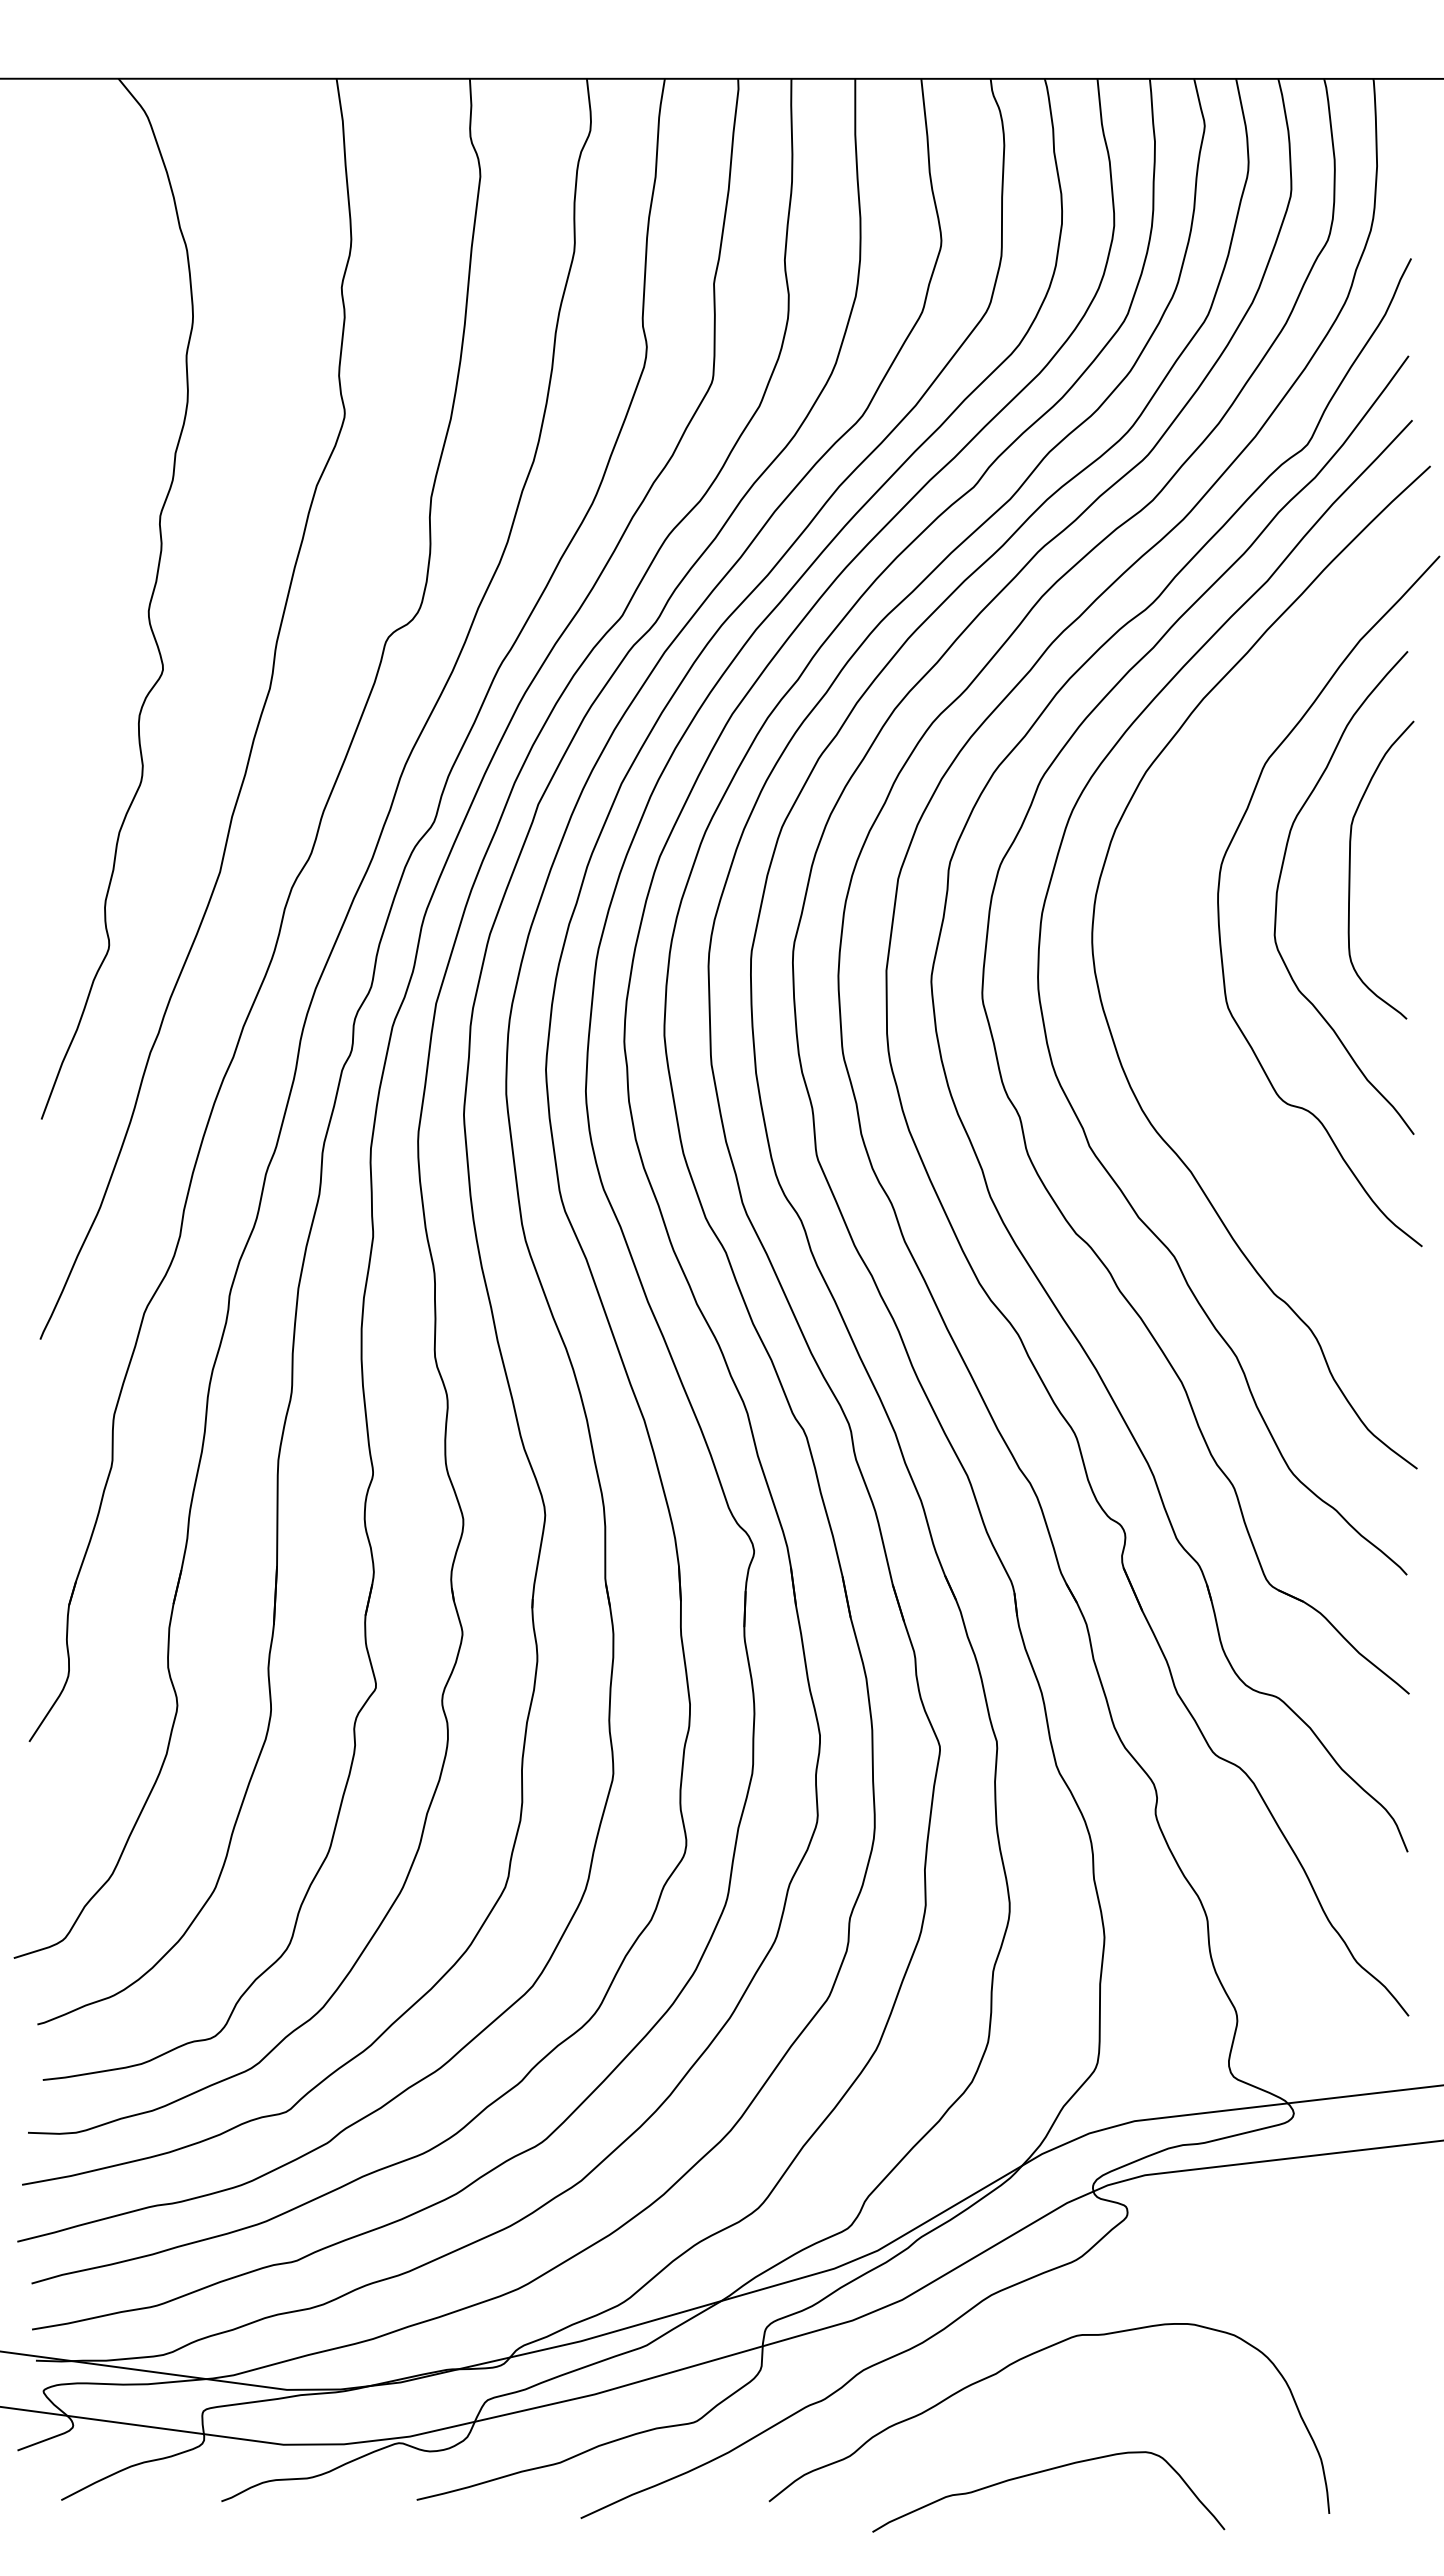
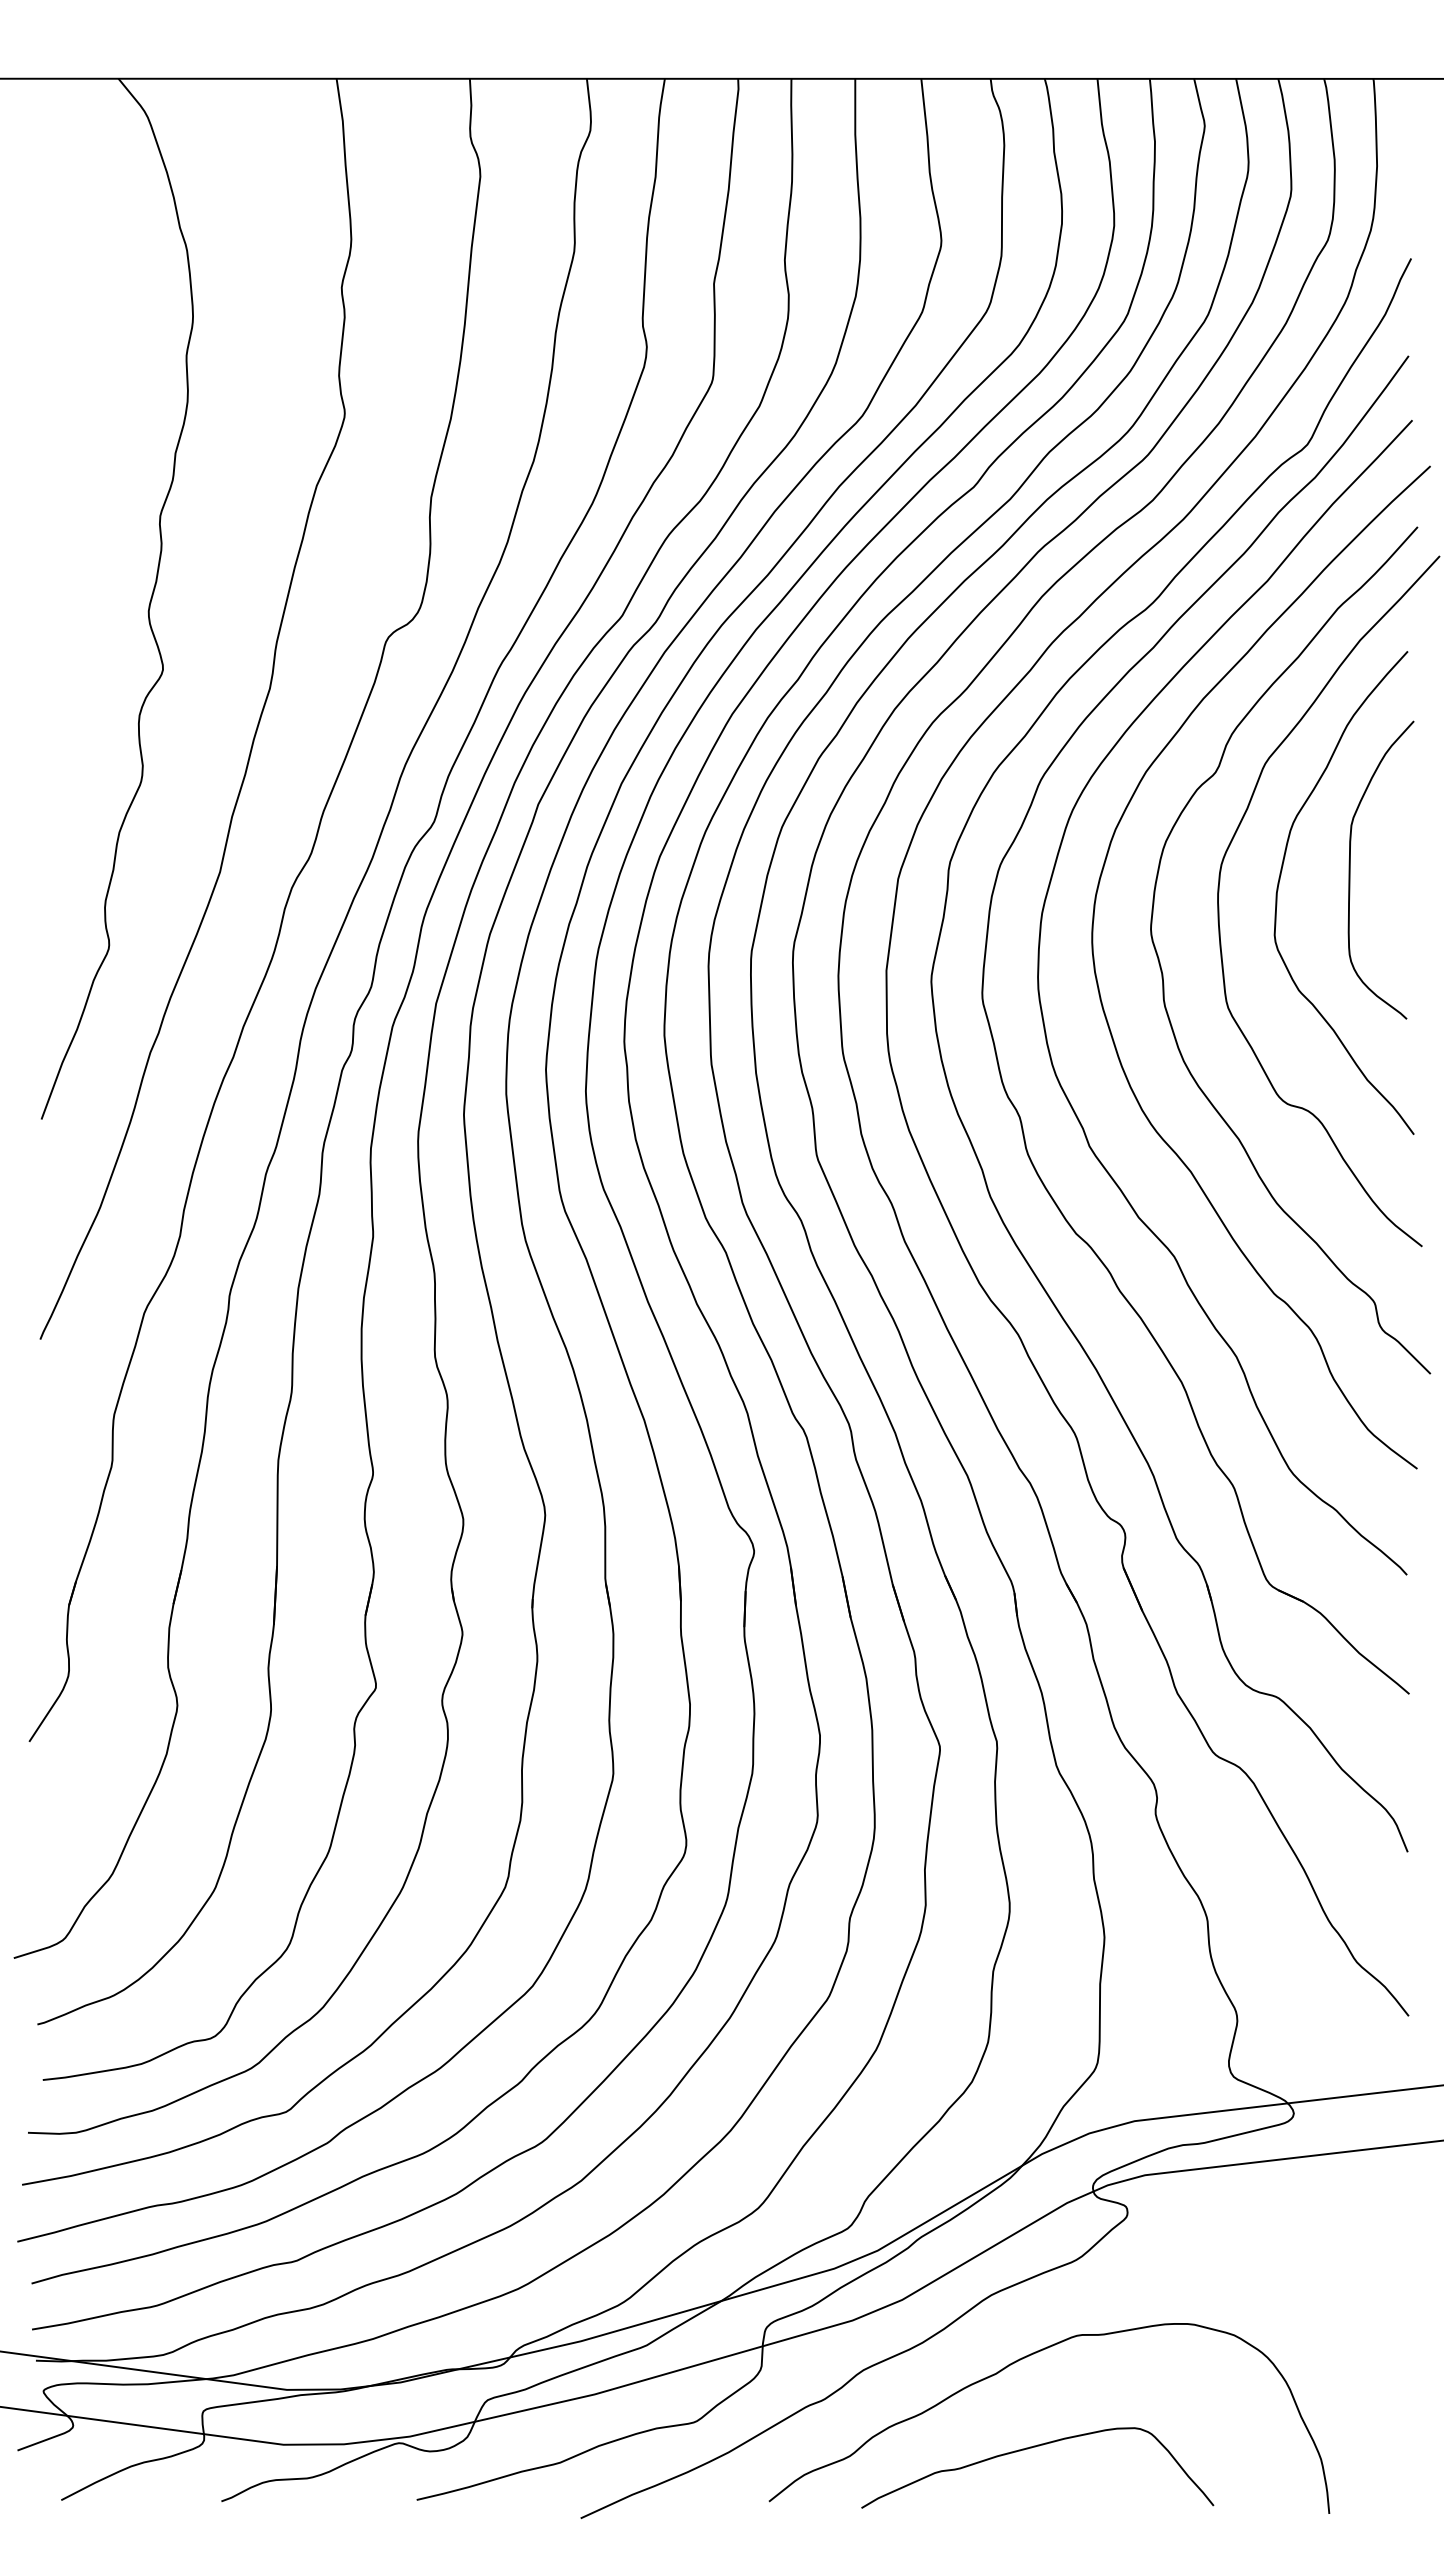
curve at (1163, 973): none -> present
curve at (1042, 2472) position: (1042, 2472) -> (1031, 2448)
